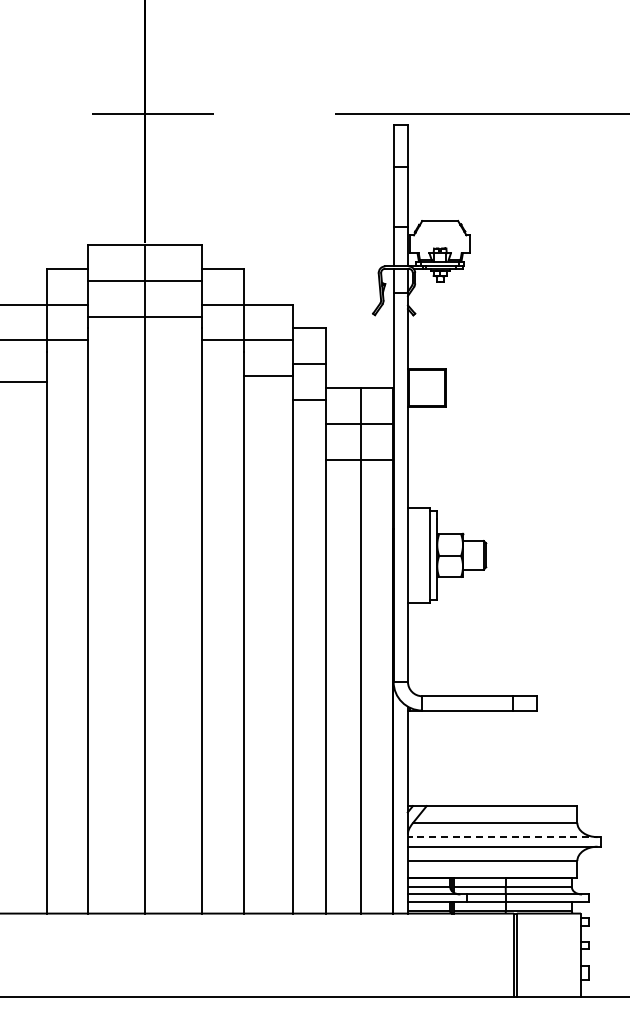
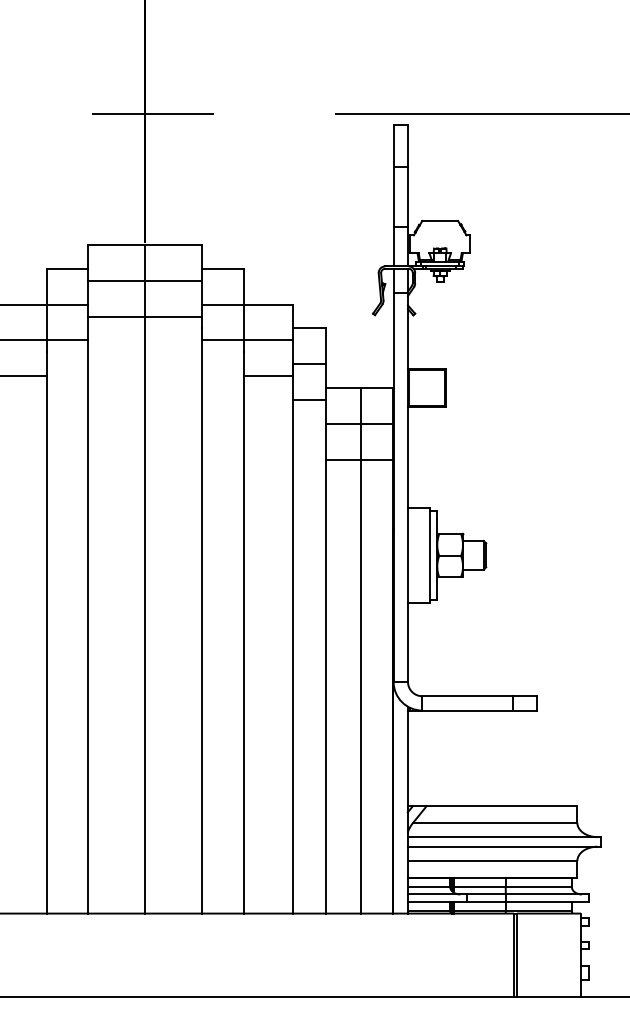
line at (24, 382) position: (24, 382) -> (24, 376)
line at (504, 837): dashed -> solid
